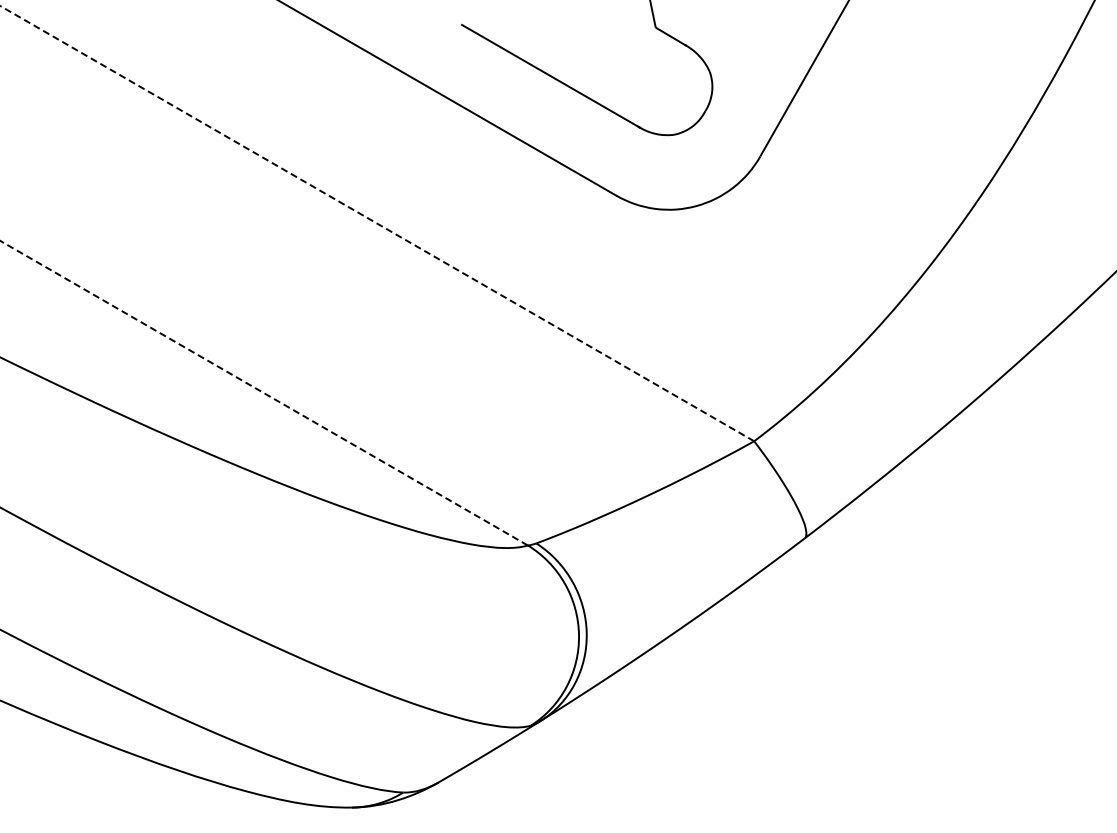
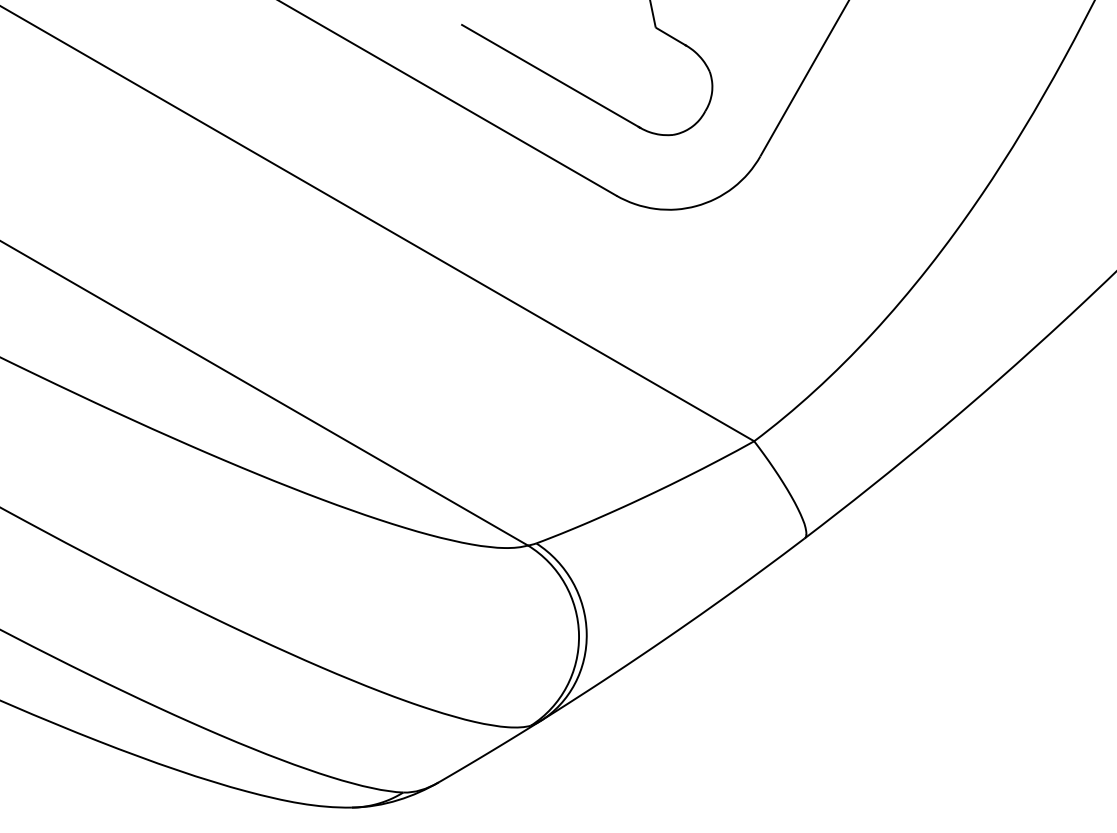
line at (376, 223): dashed -> solid
line at (263, 393): dashed -> solid
